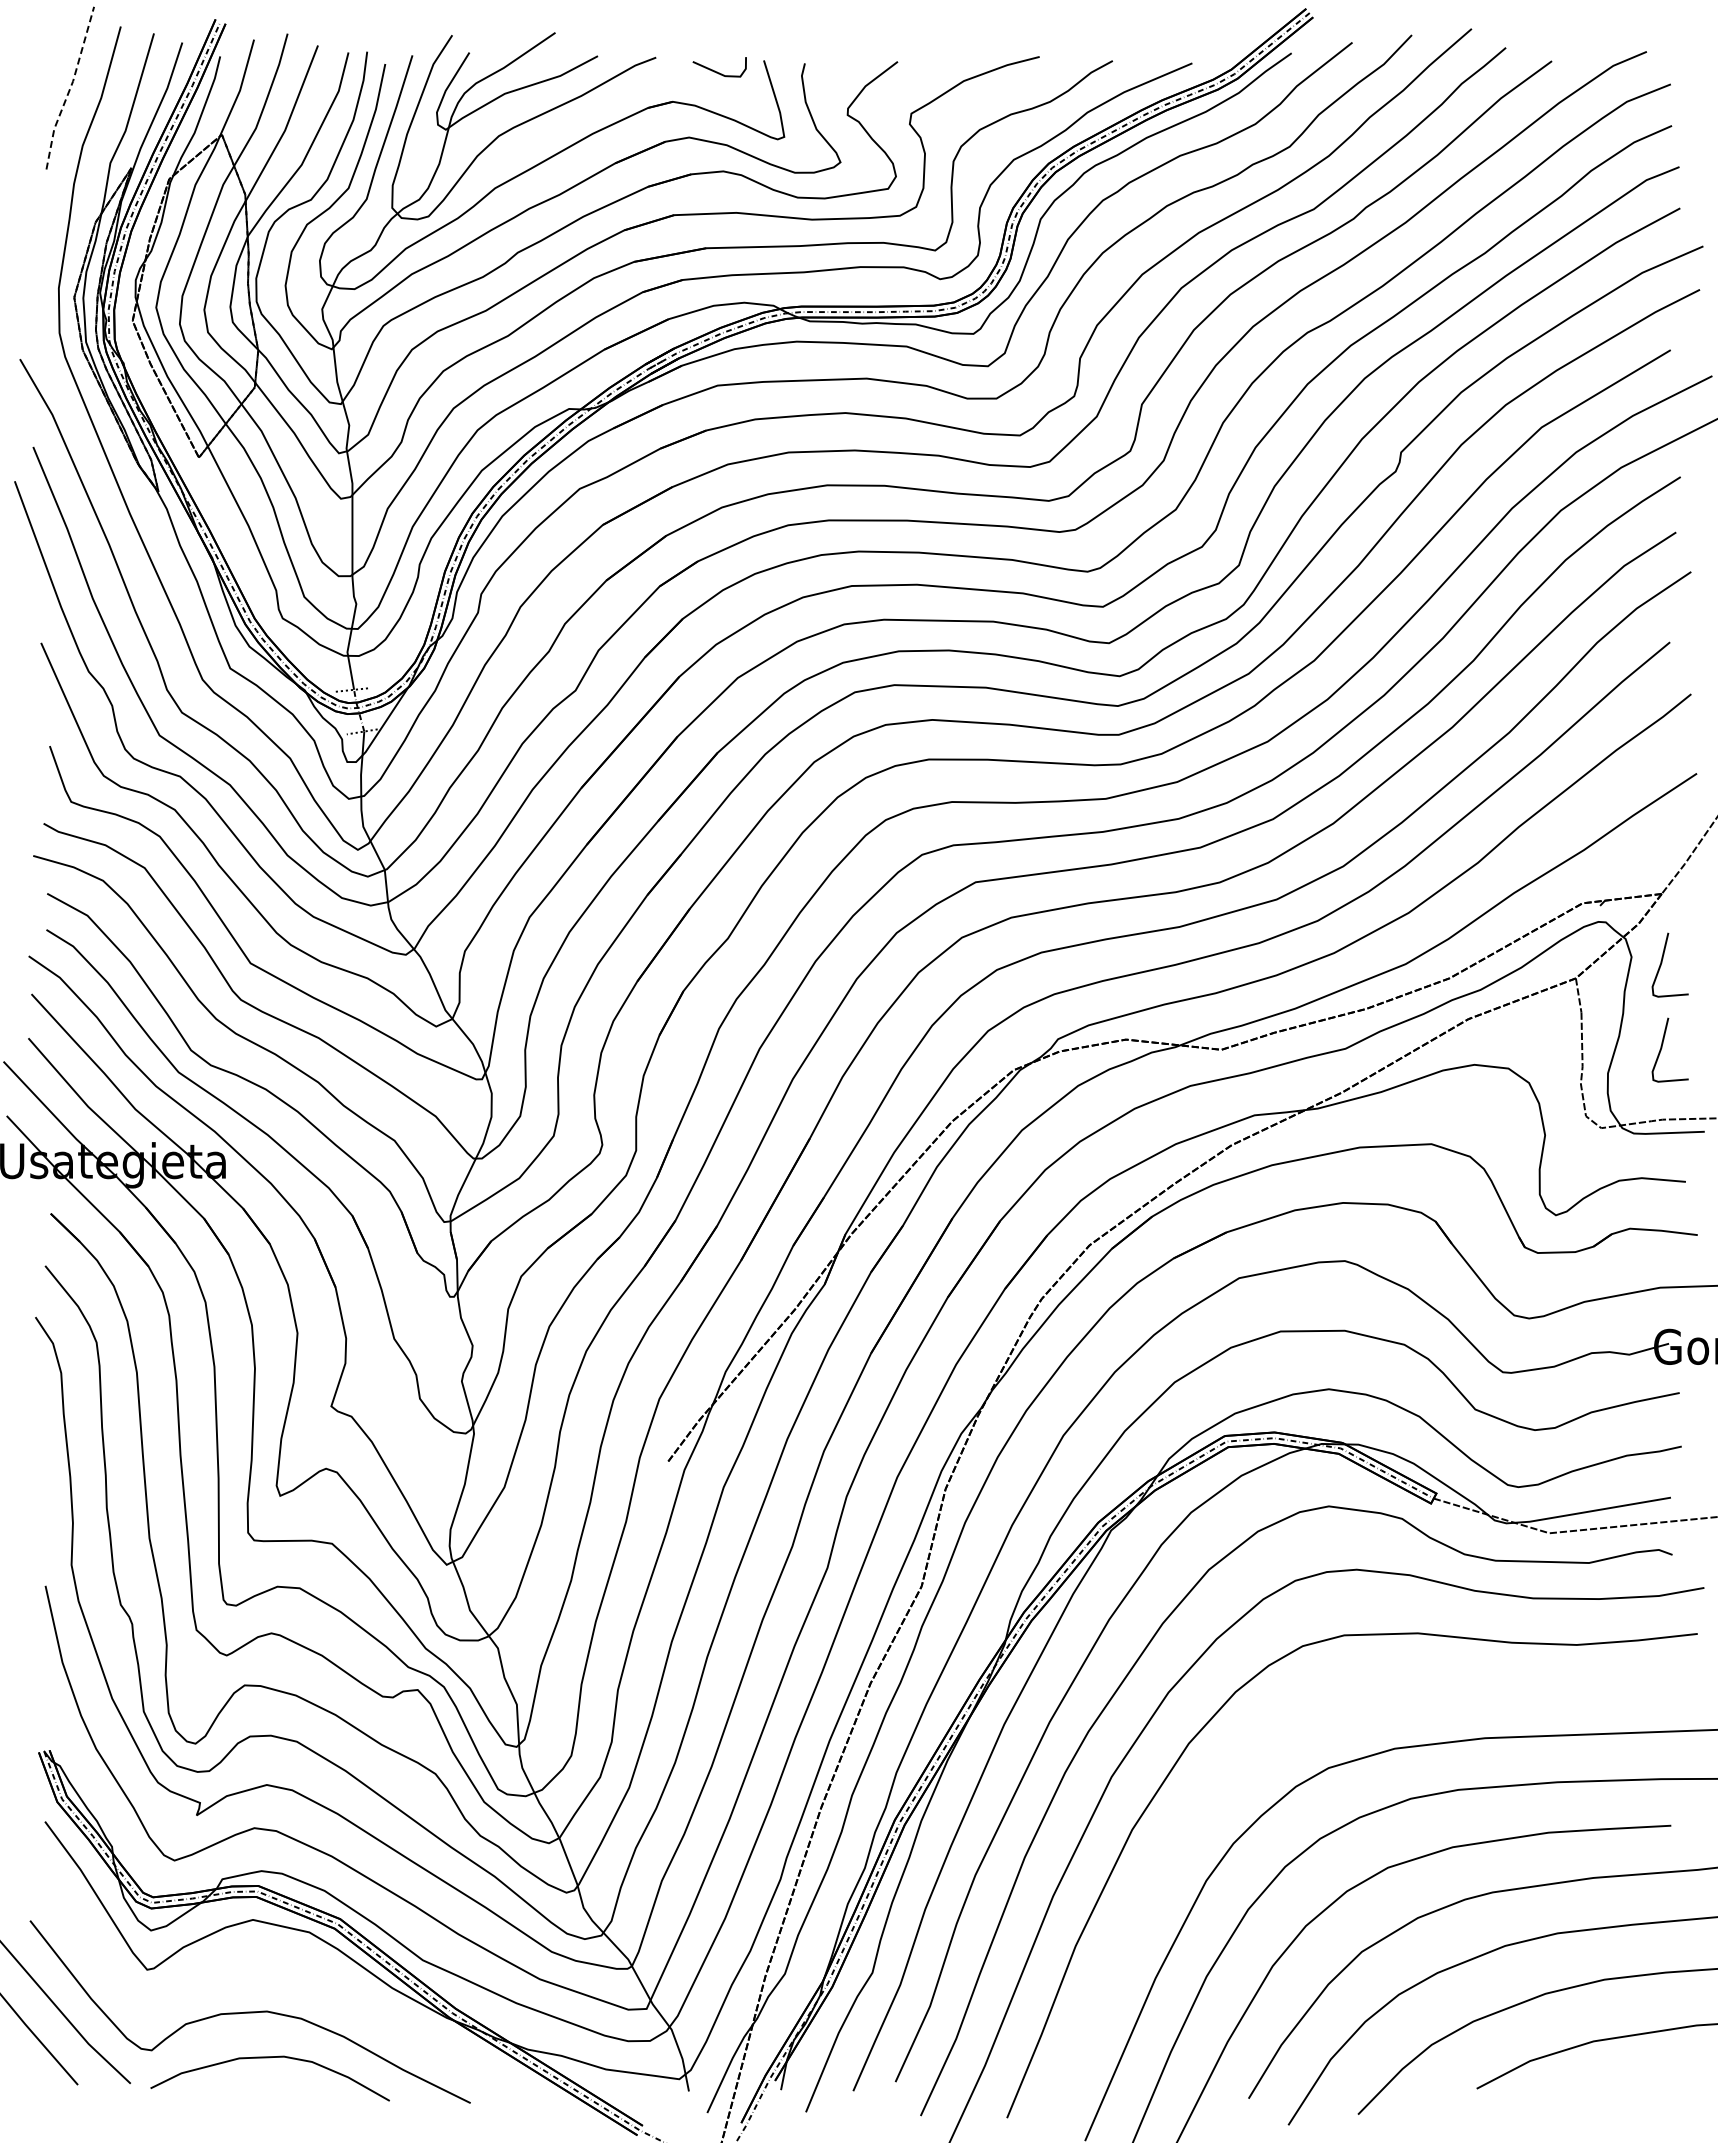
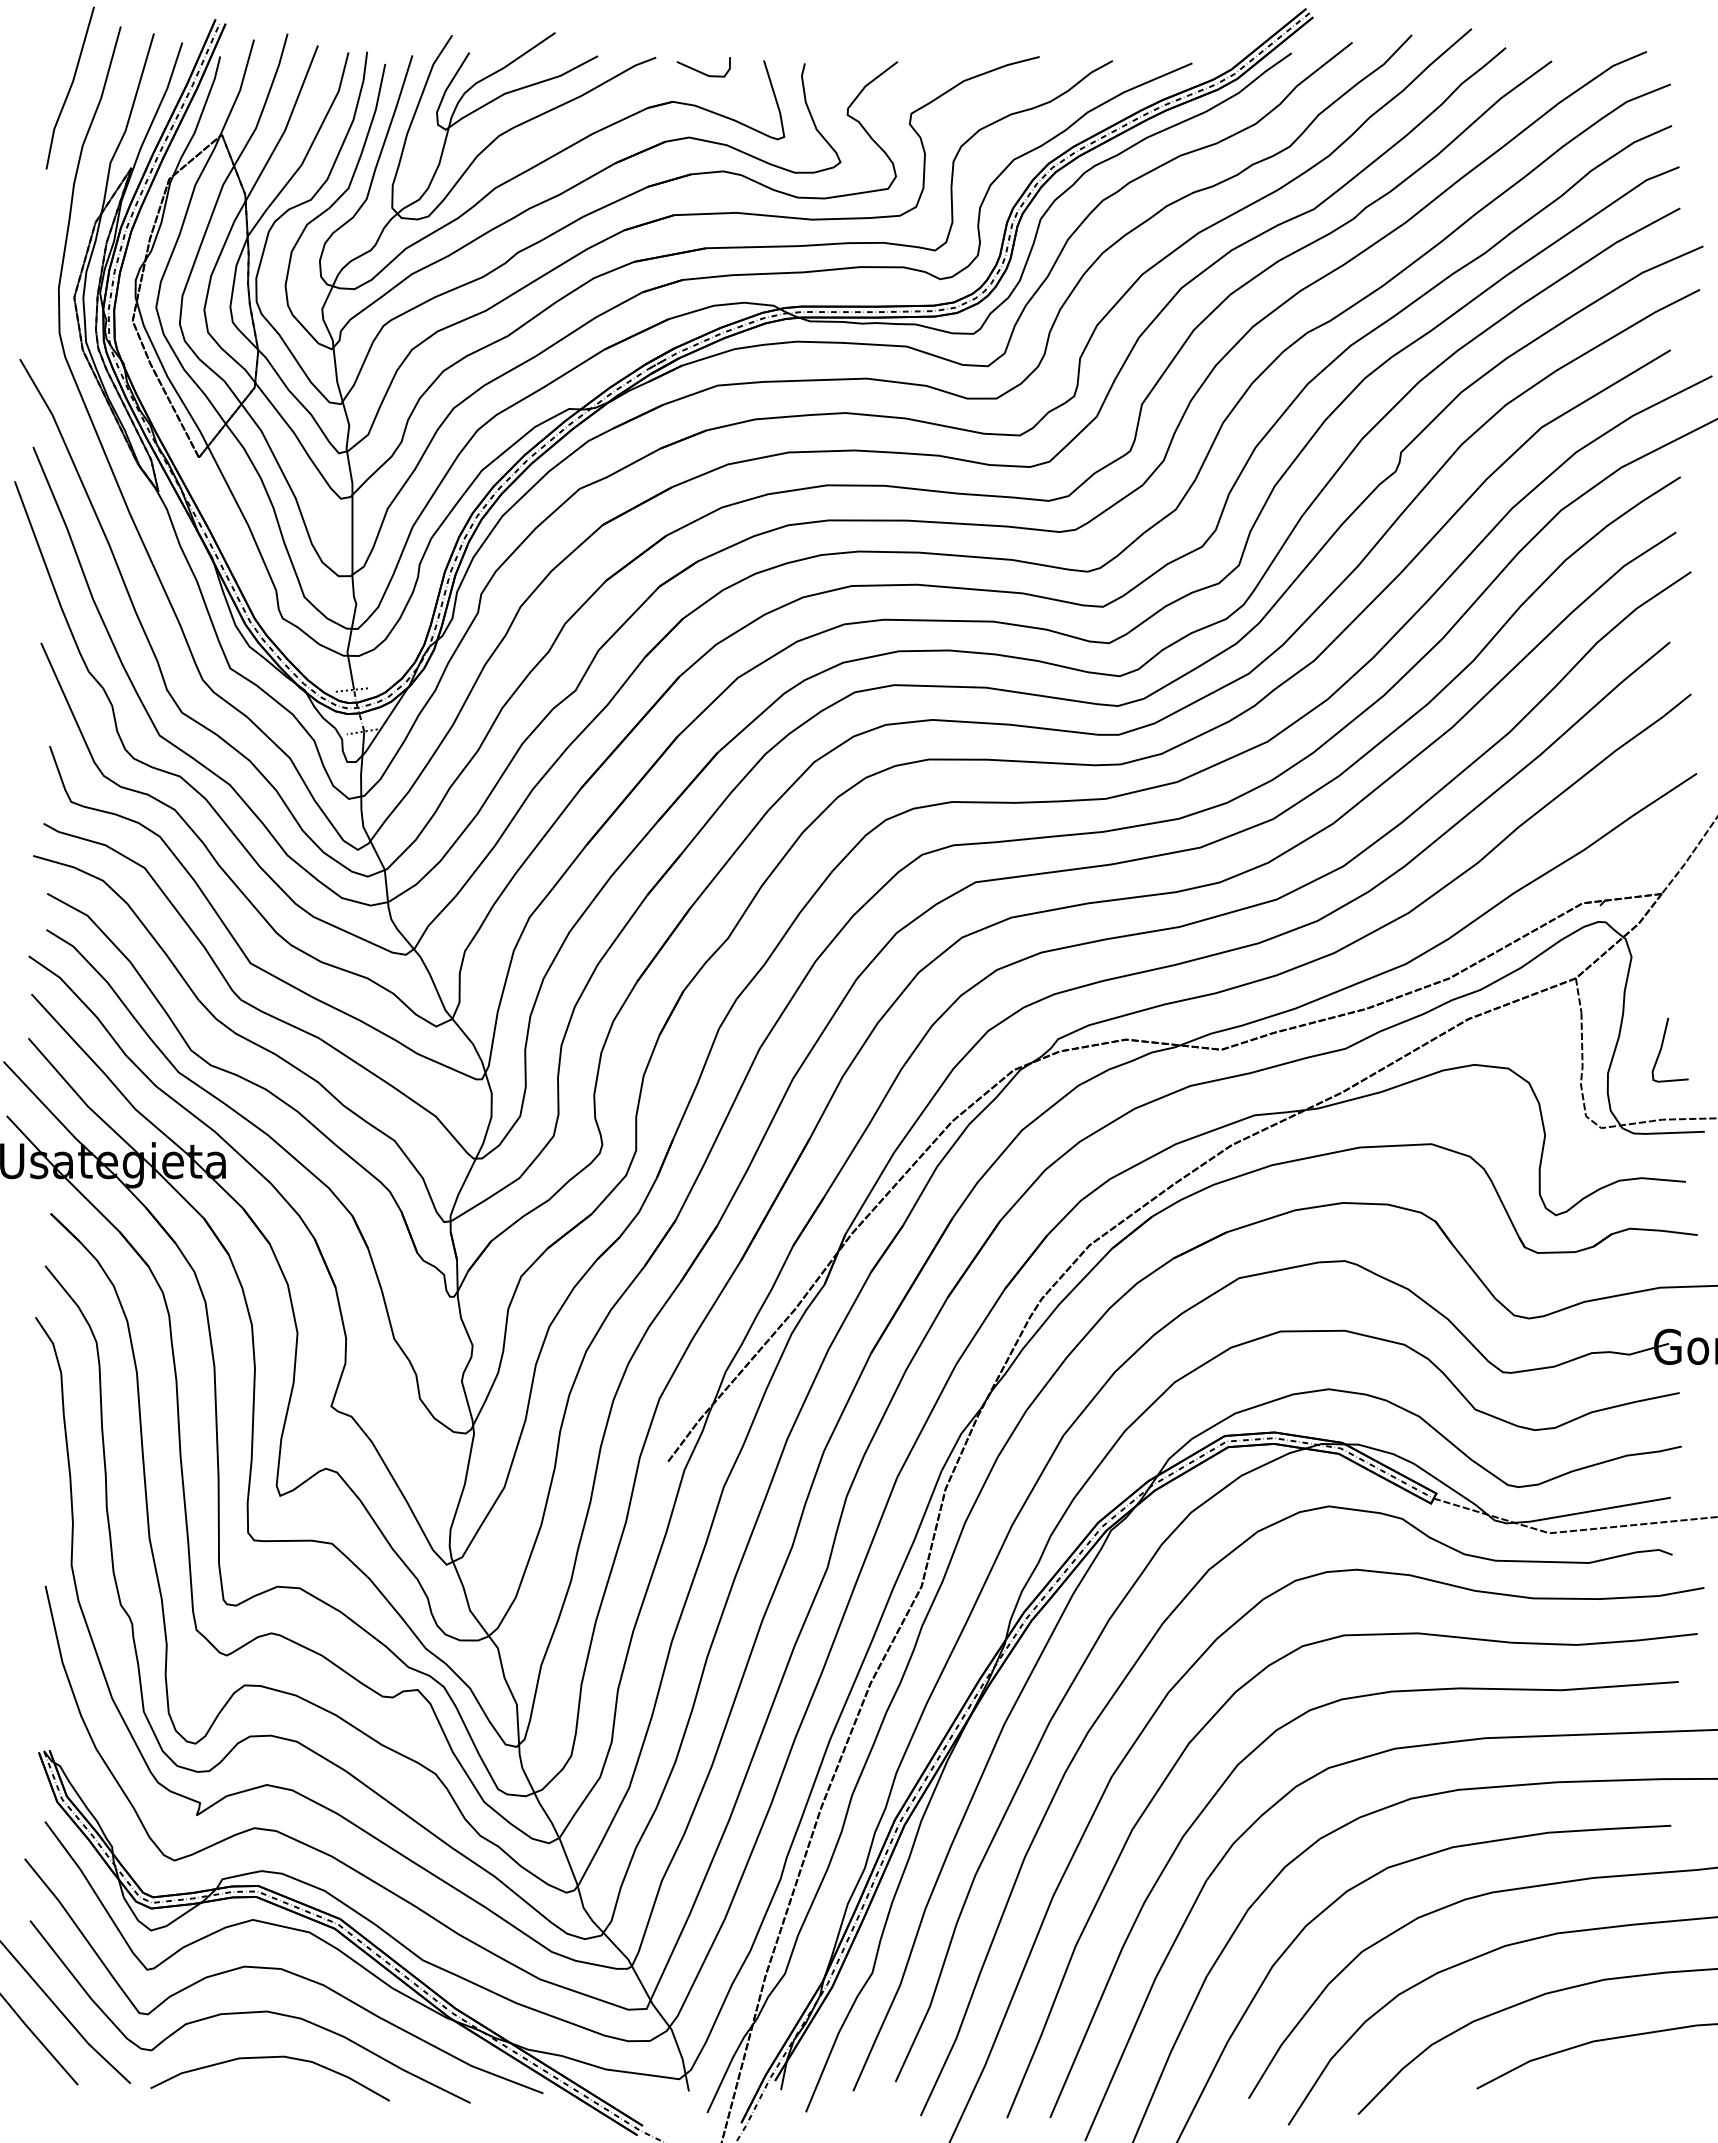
line at (717, 71) position: (717, 71) -> (701, 71)
line at (70, 88): dashed -> solid
curve at (1662, 963): present -> none
curve at (1220, 1789): none -> present
curve at (284, 1971): none -> present
